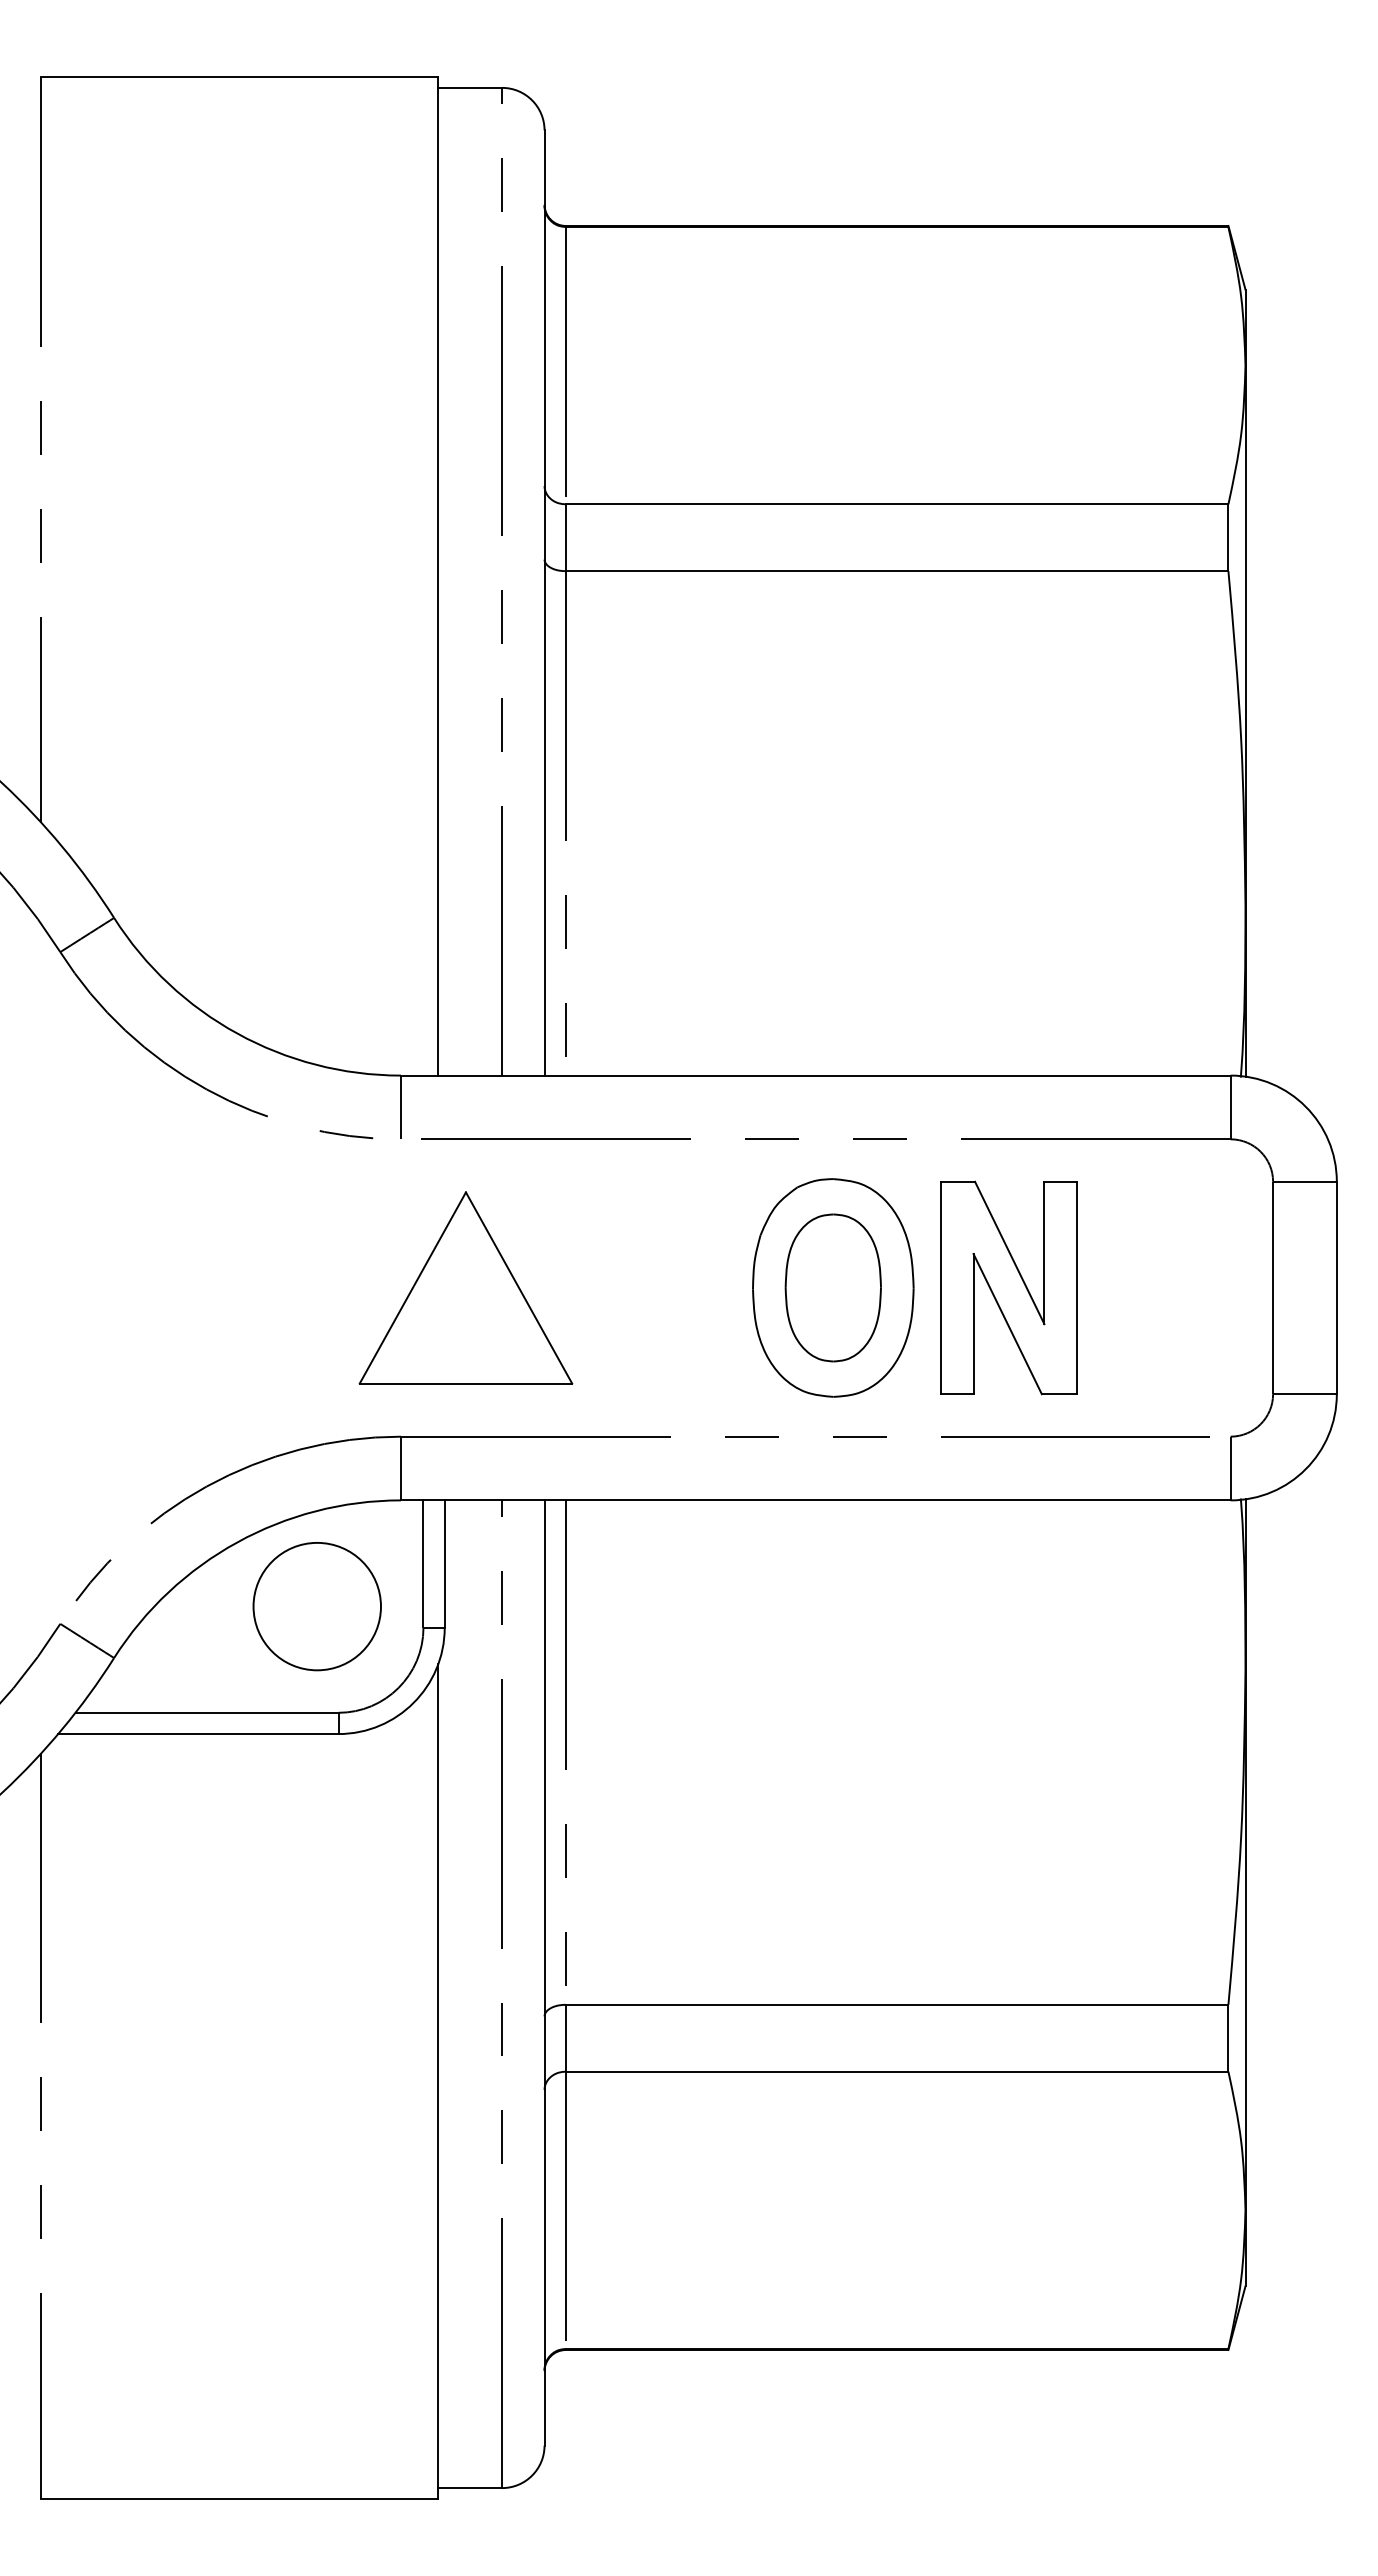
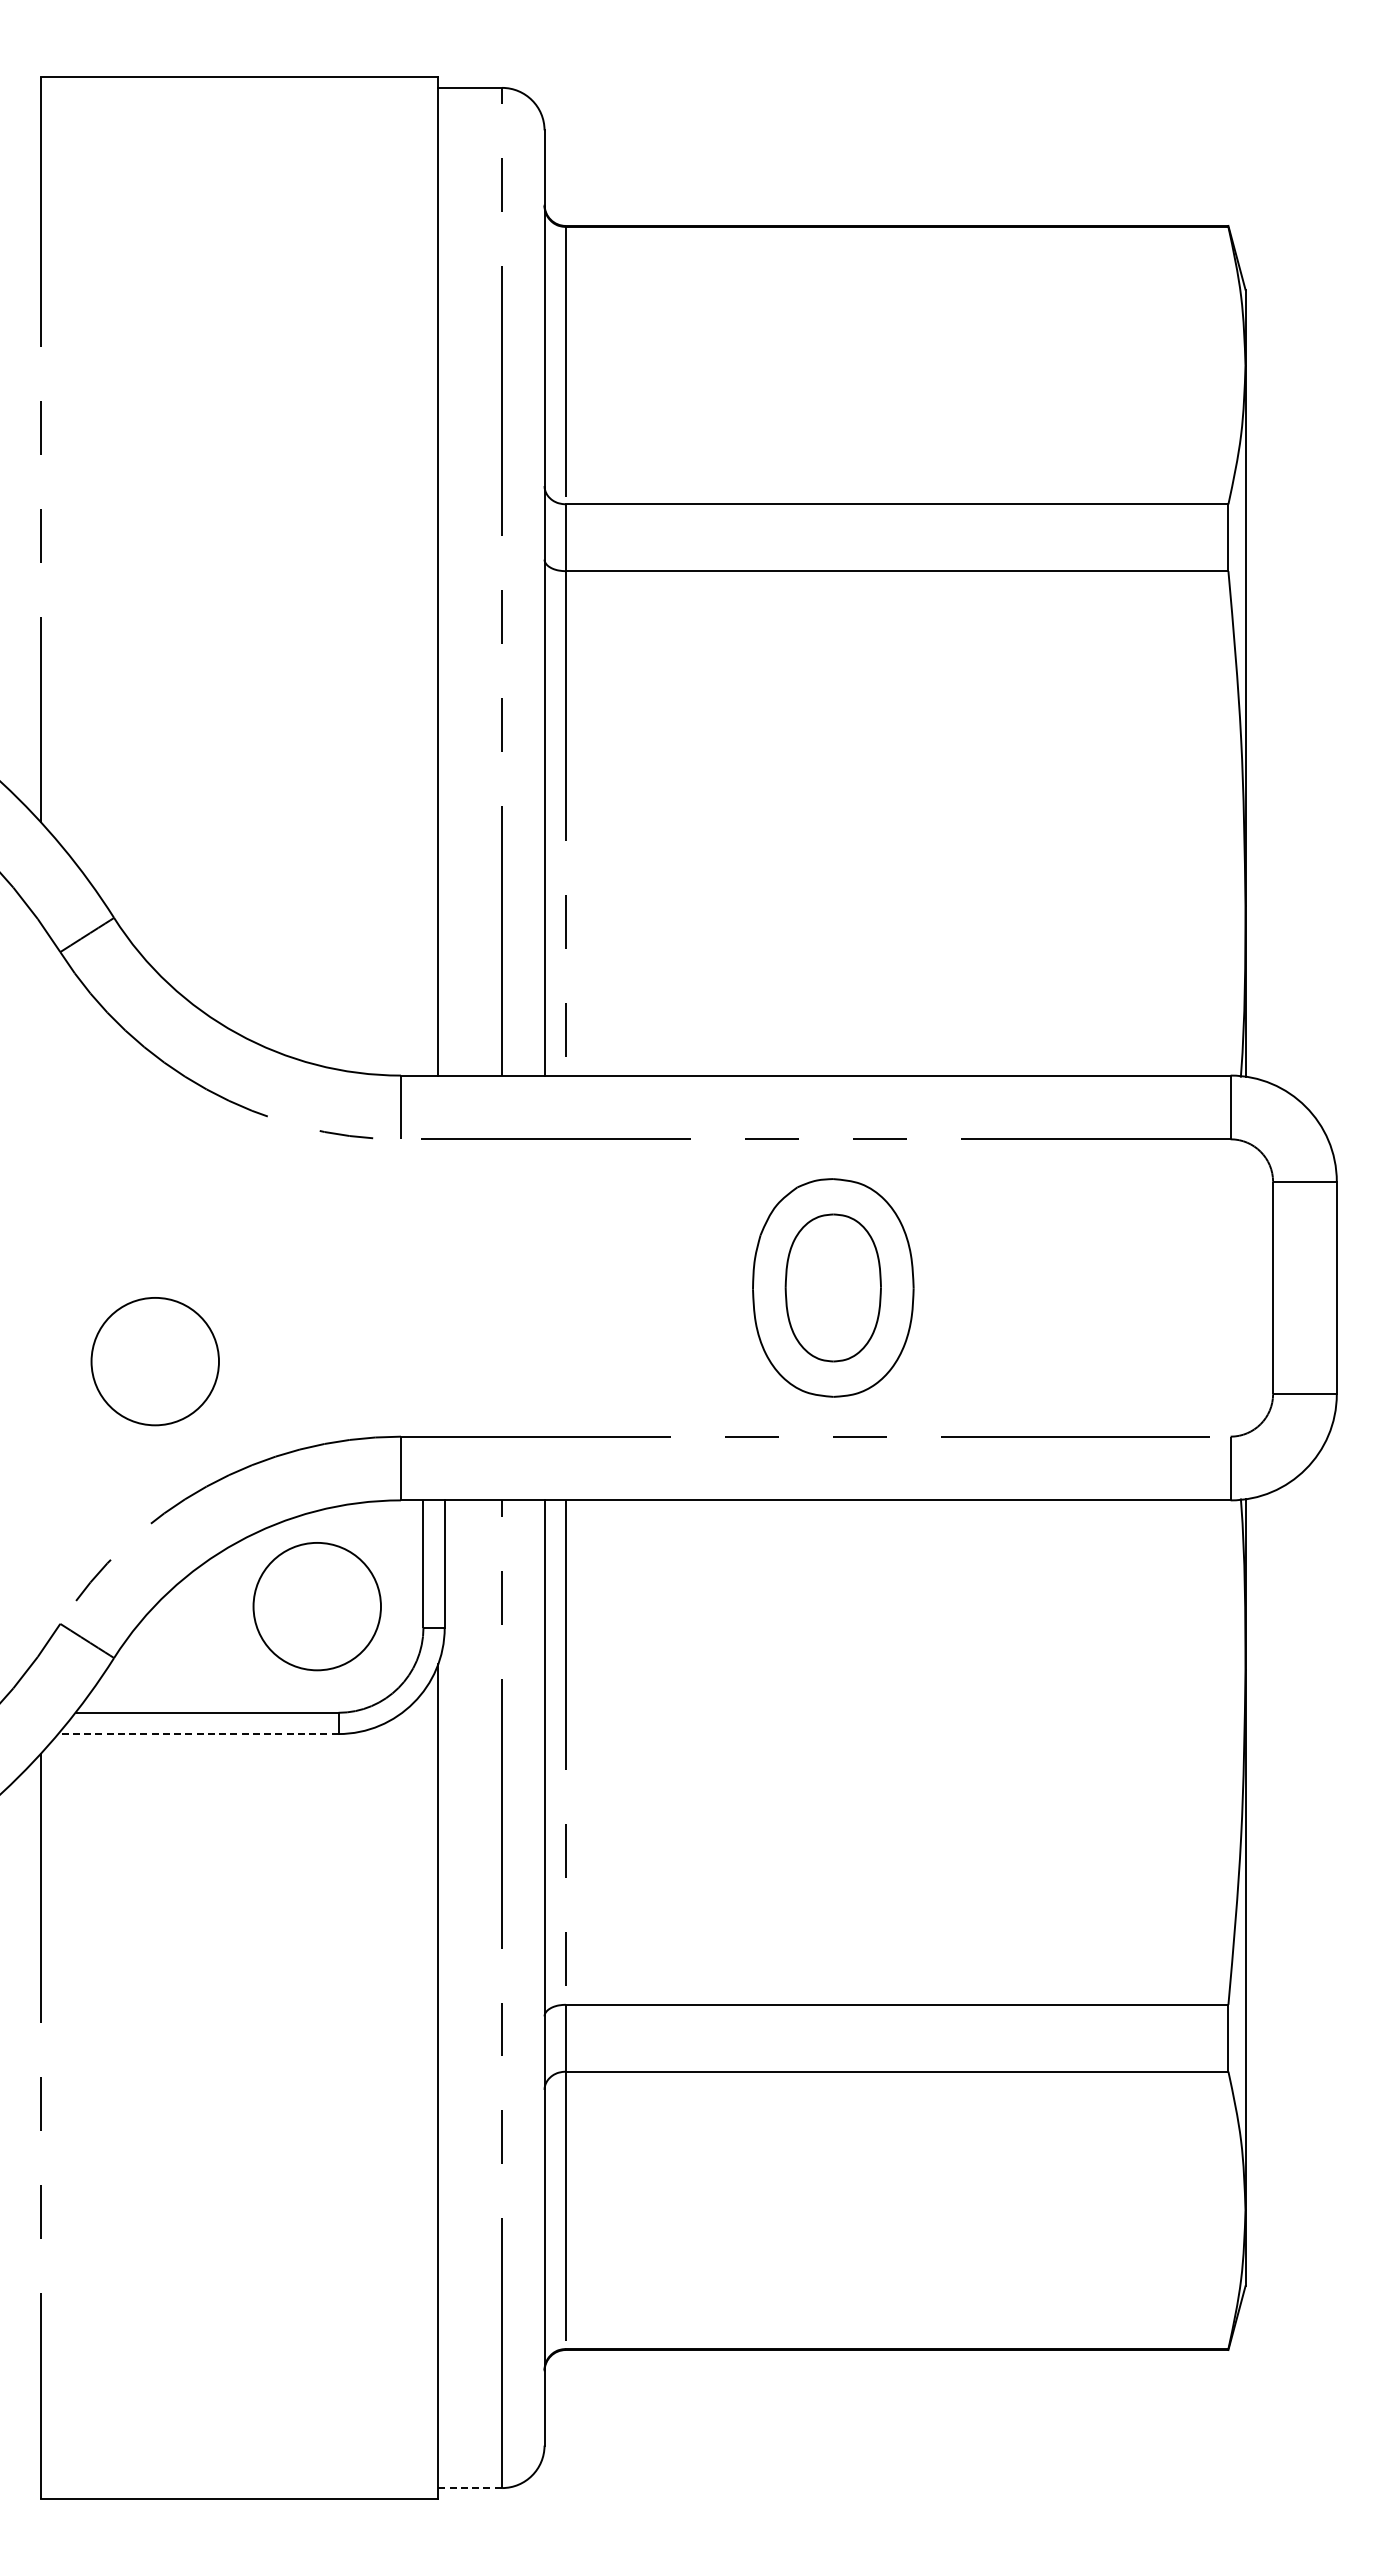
part at (465, 1287): present -> none
part at (1008, 1287): present -> none
circle at (154, 1361): none -> present
line at (197, 1734): solid -> dashed
line at (470, 2488): solid -> dashed
